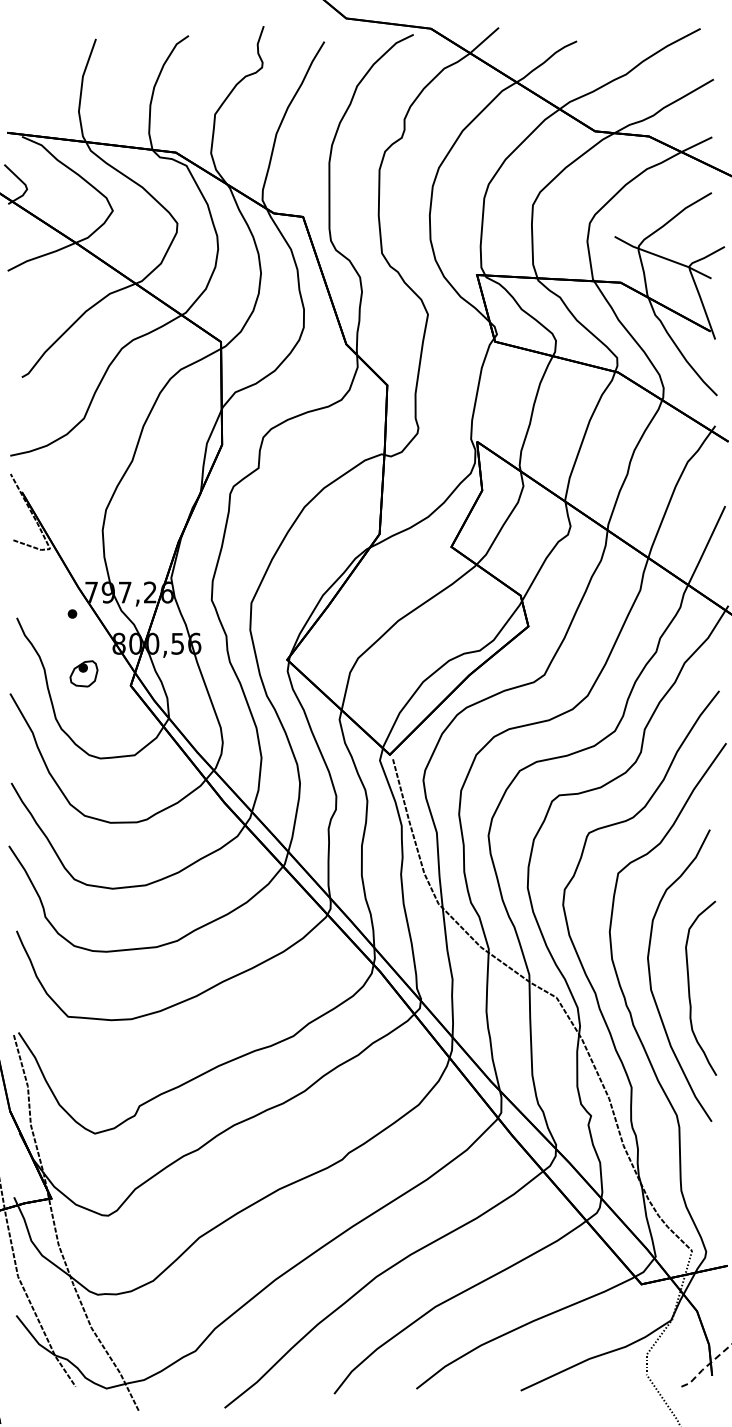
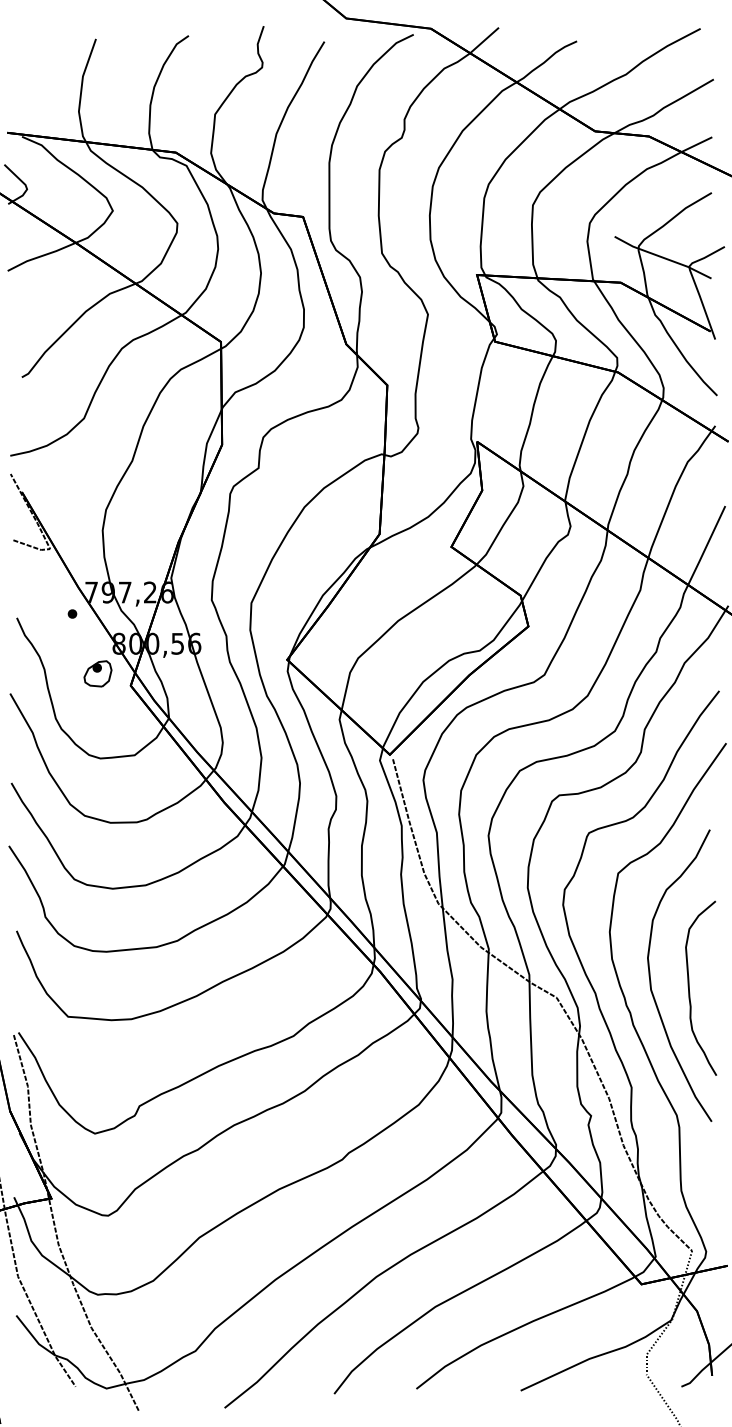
part at (83, 673) position: (83, 673) -> (97, 673)
line at (705, 1367): dashed -> solid
